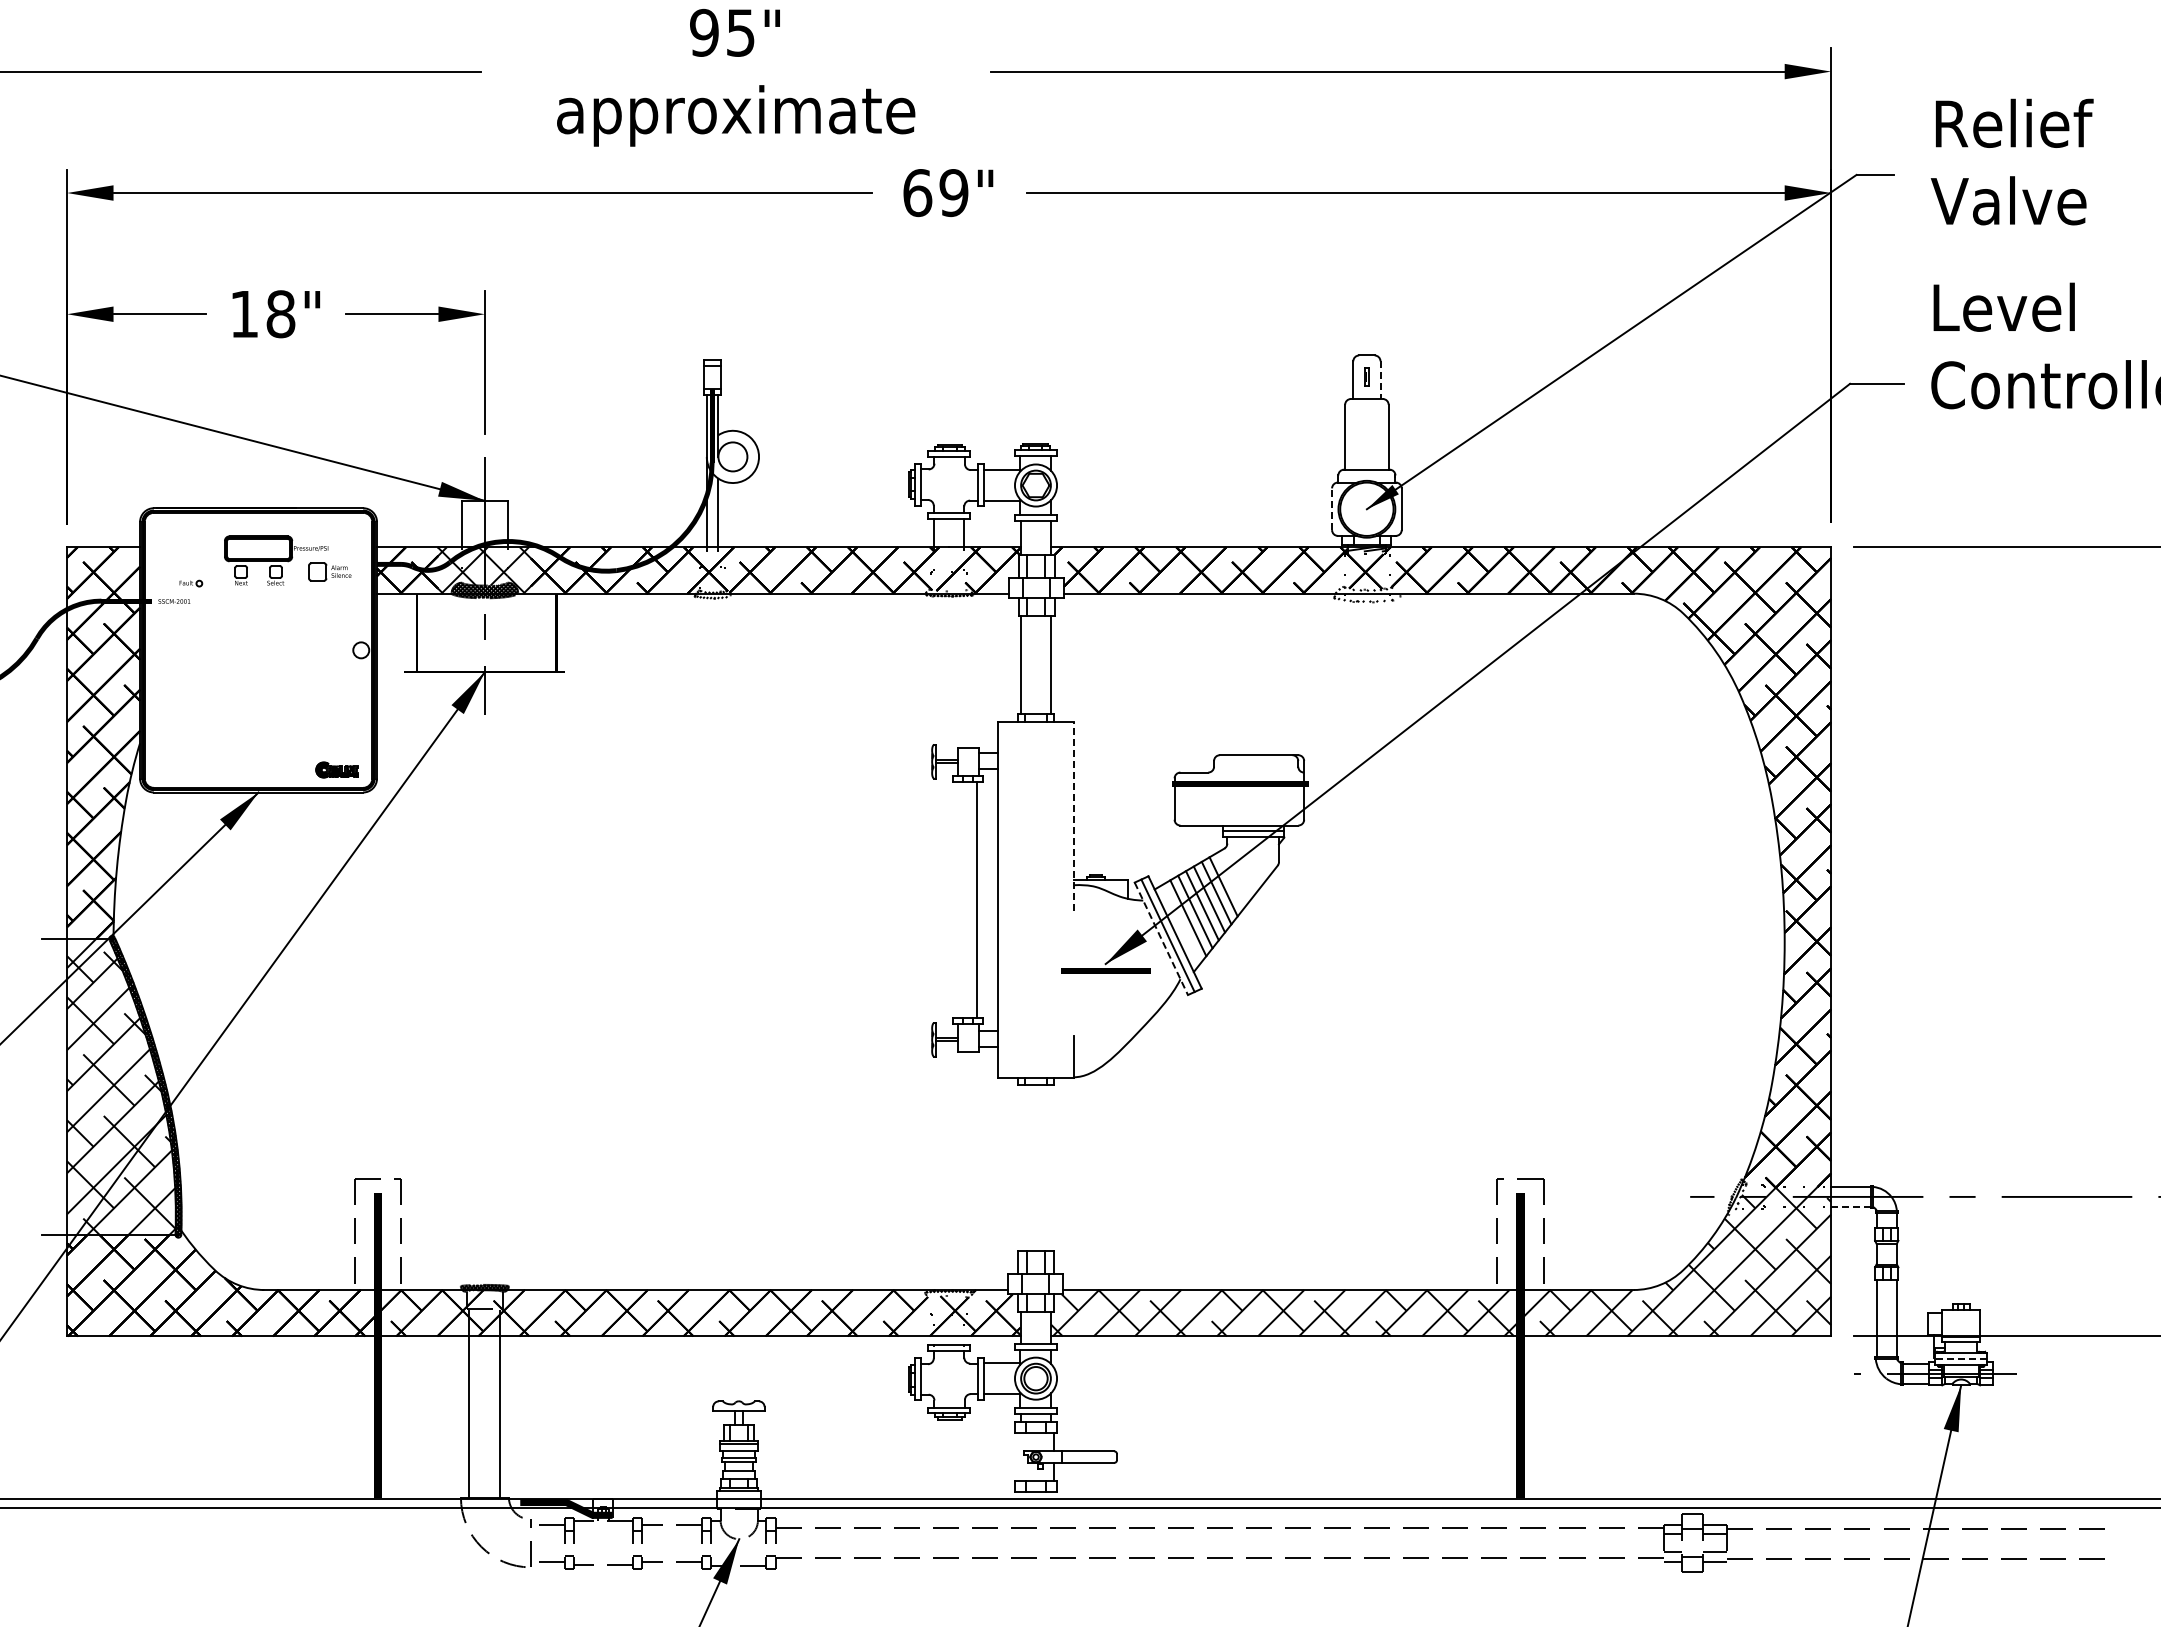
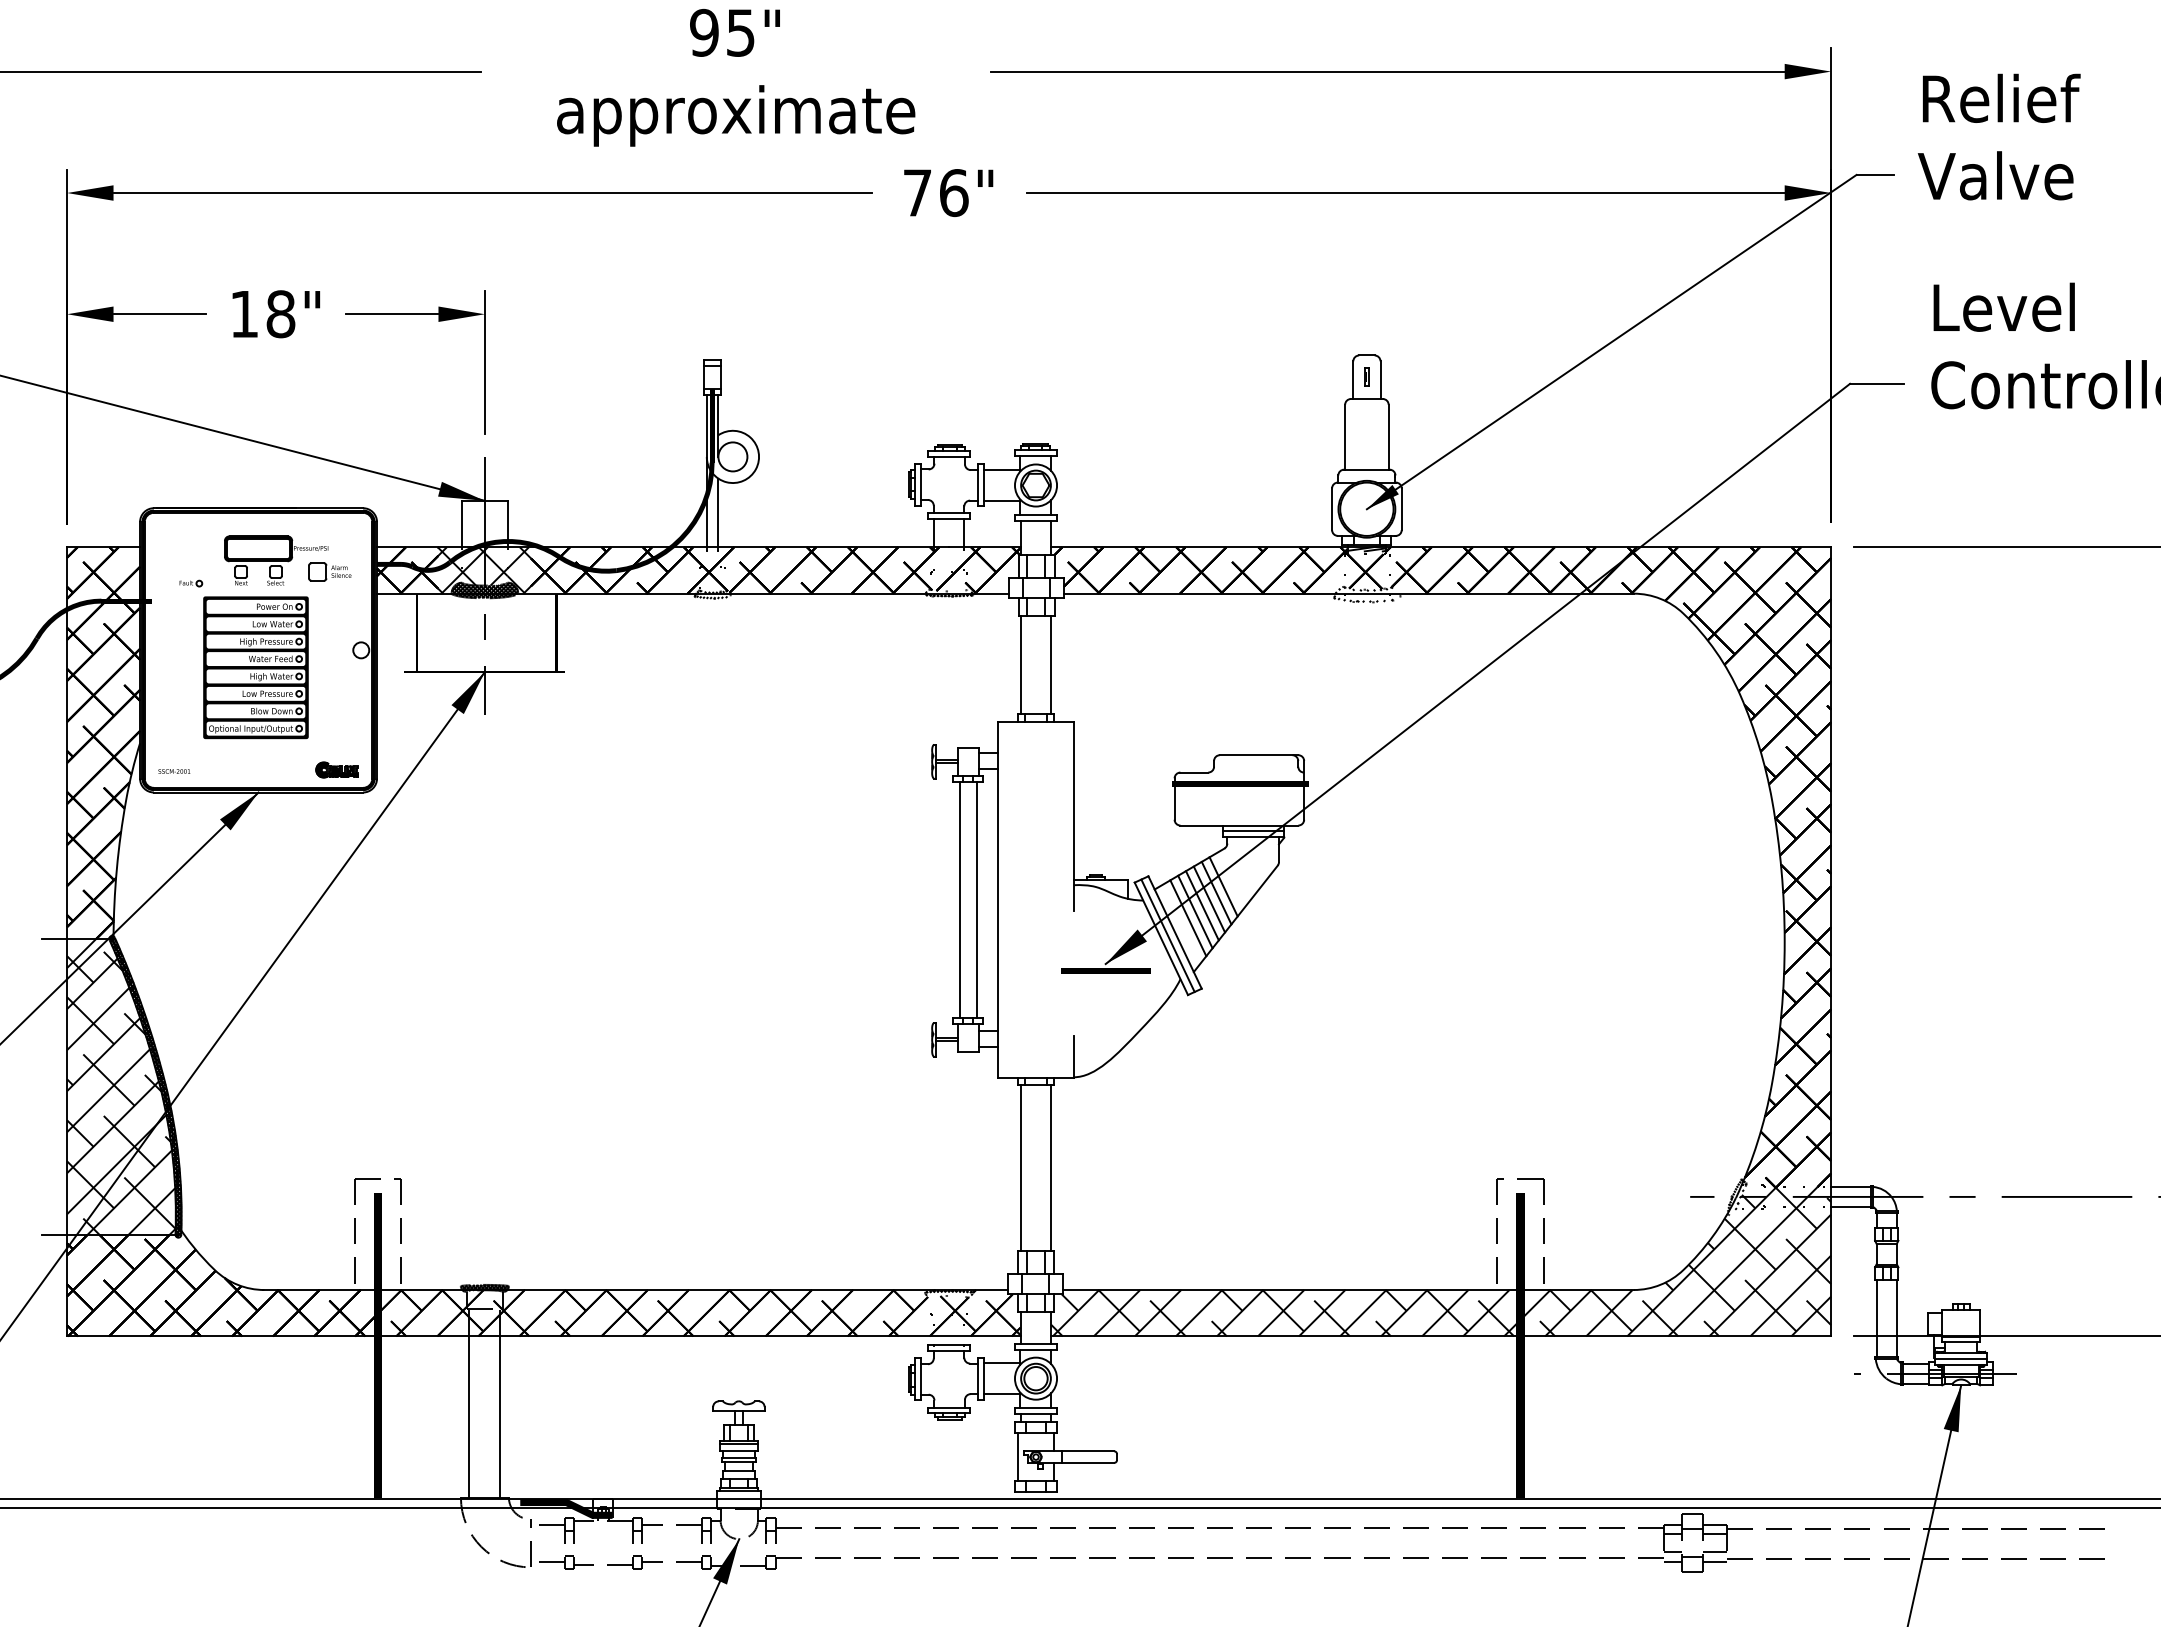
text at (2011, 161) position: (2011, 161) -> (1998, 136)
text at (935, 193): 69" -> 76"
line at (1380, 380): dashed -> solid
line at (1332, 509): dashed -> solid
text at (174, 601) position: (174, 601) -> (174, 771)
part at (255, 667): none -> present
line at (1073, 816): dashed -> solid
line at (960, 900): none -> present
line at (1161, 939): dashed -> solid
line at (1020, 1167): none -> present
line at (1051, 1167): none -> present
line at (1851, 1207): dashed -> solid
line at (1960, 1359): dashed -> solid
line at (1018, 1456): none -> present
